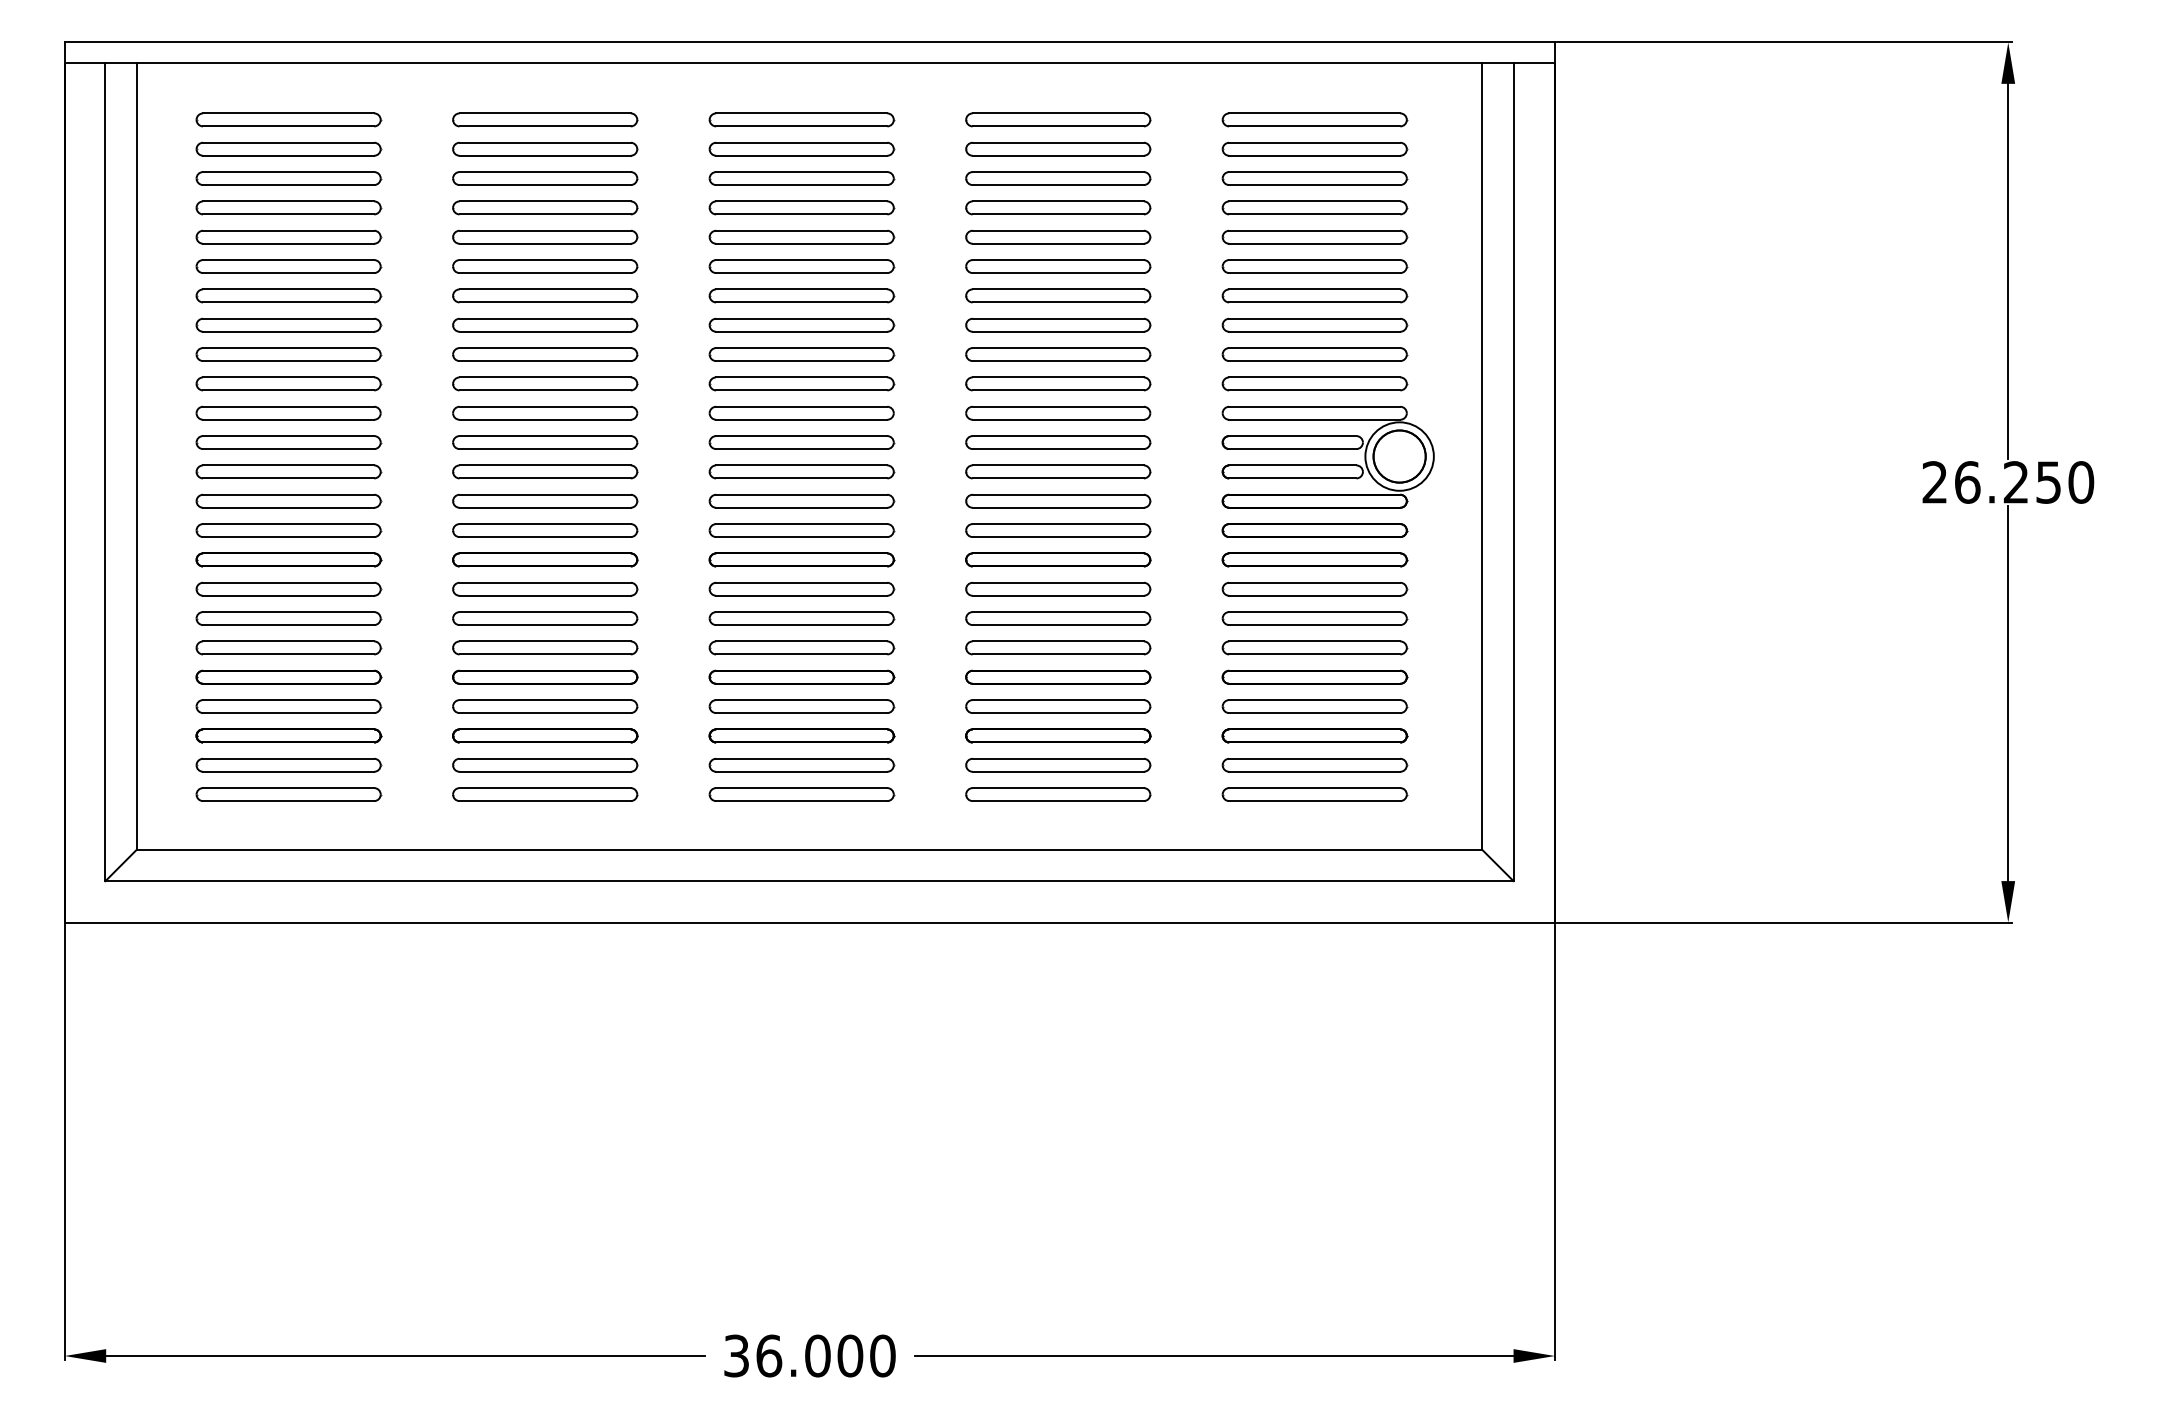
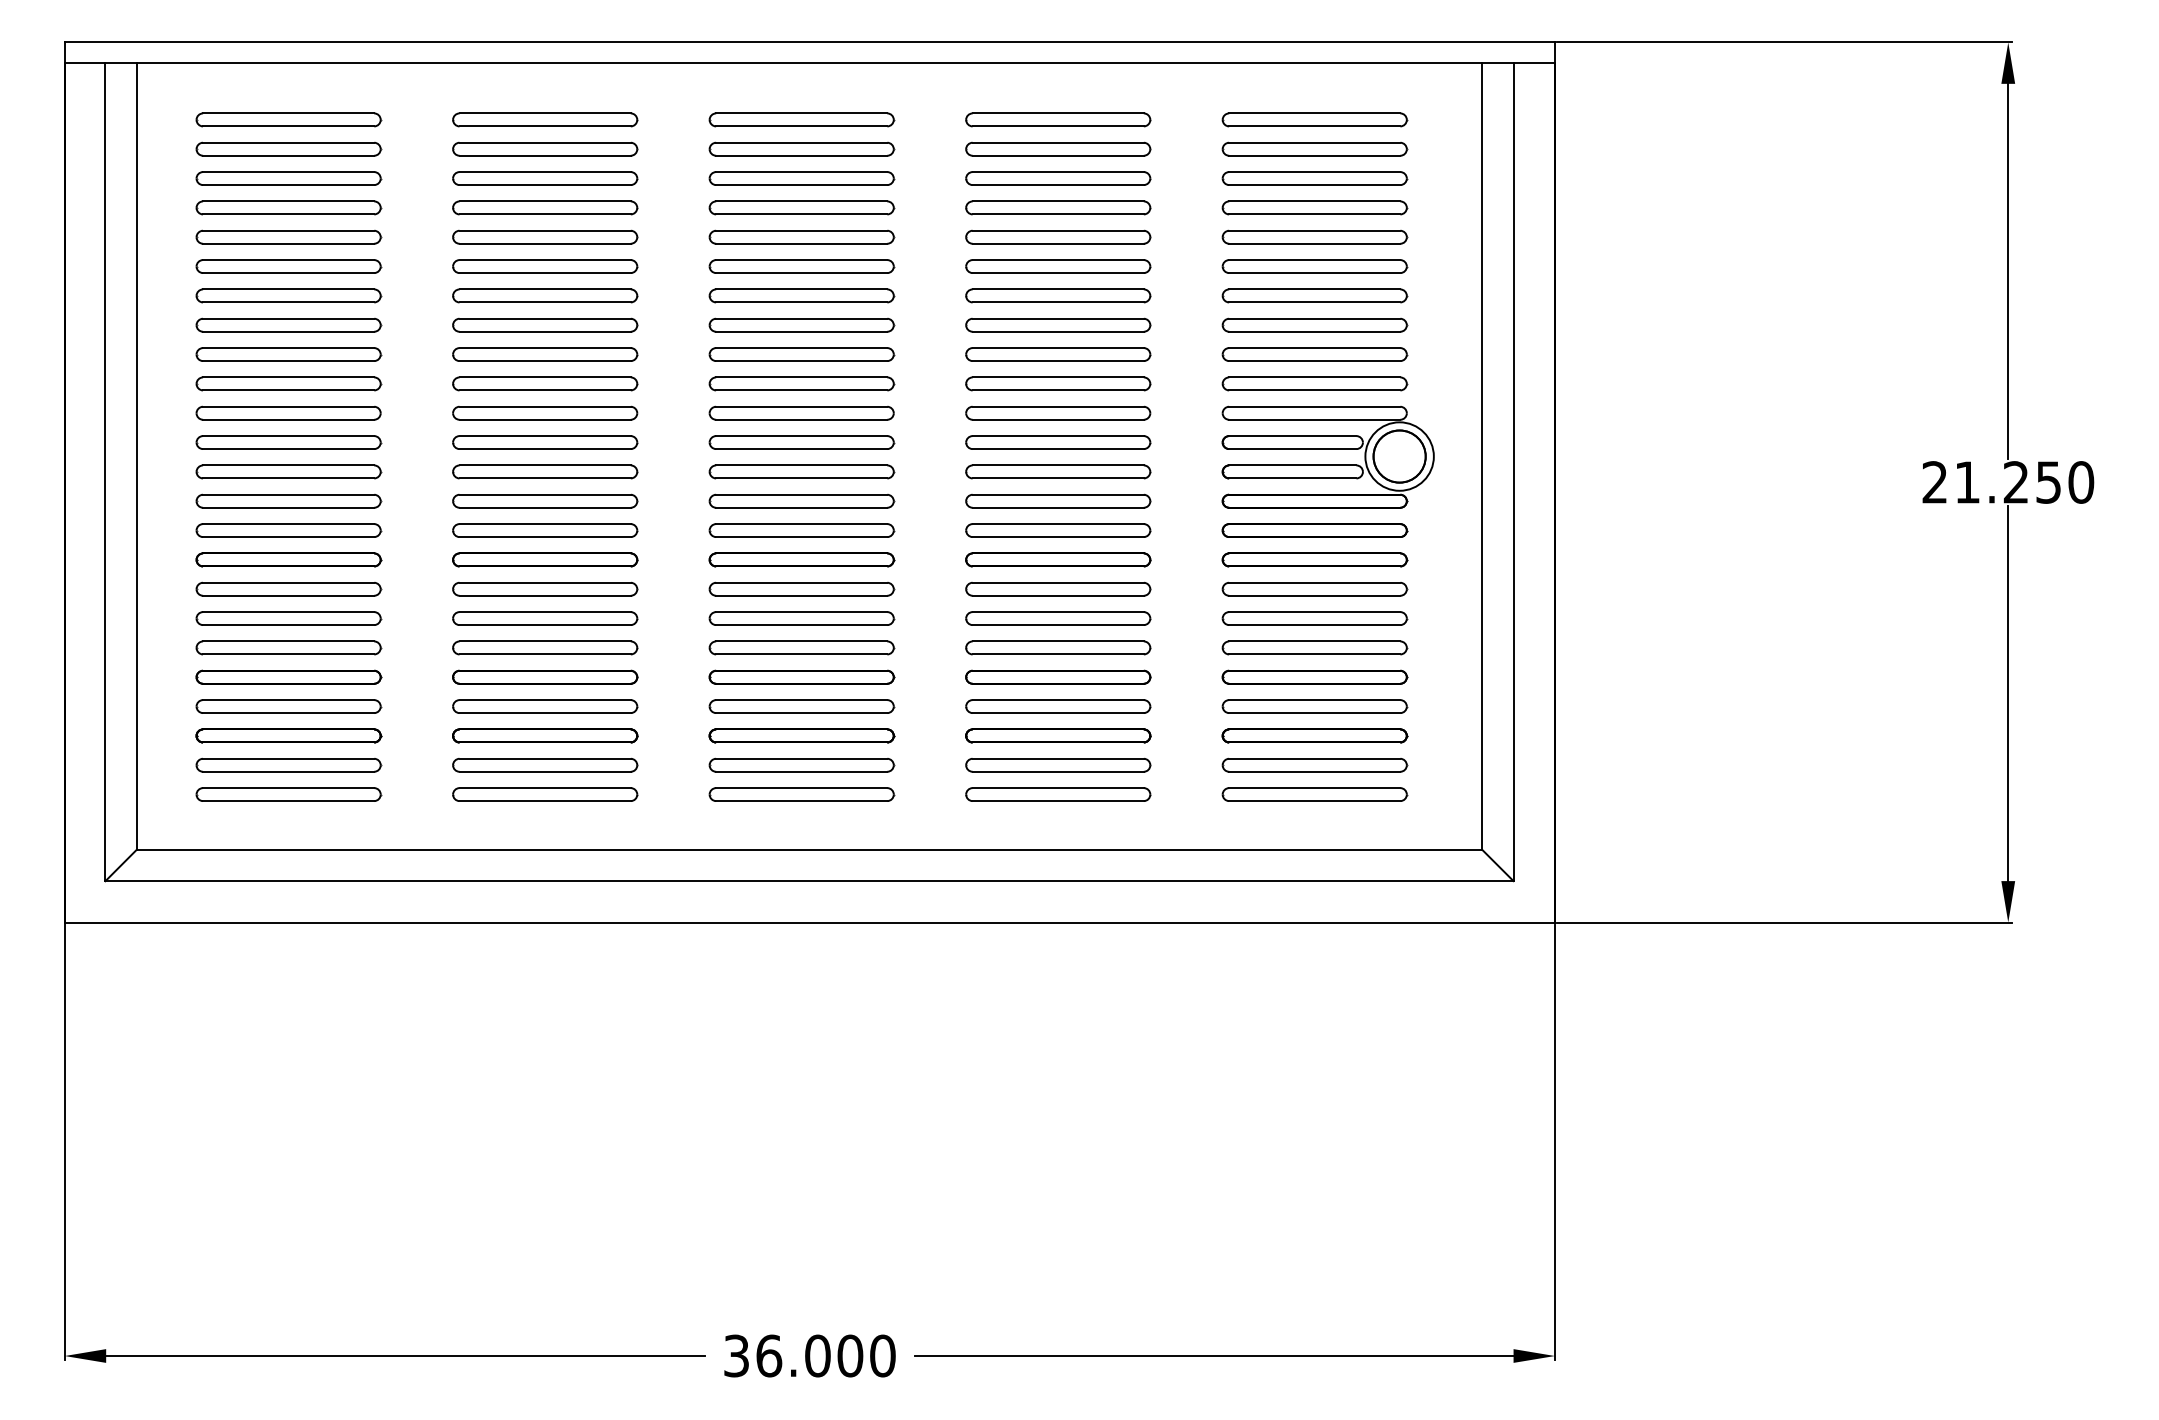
text at (1967, 482): 26.250 -> 21.250
